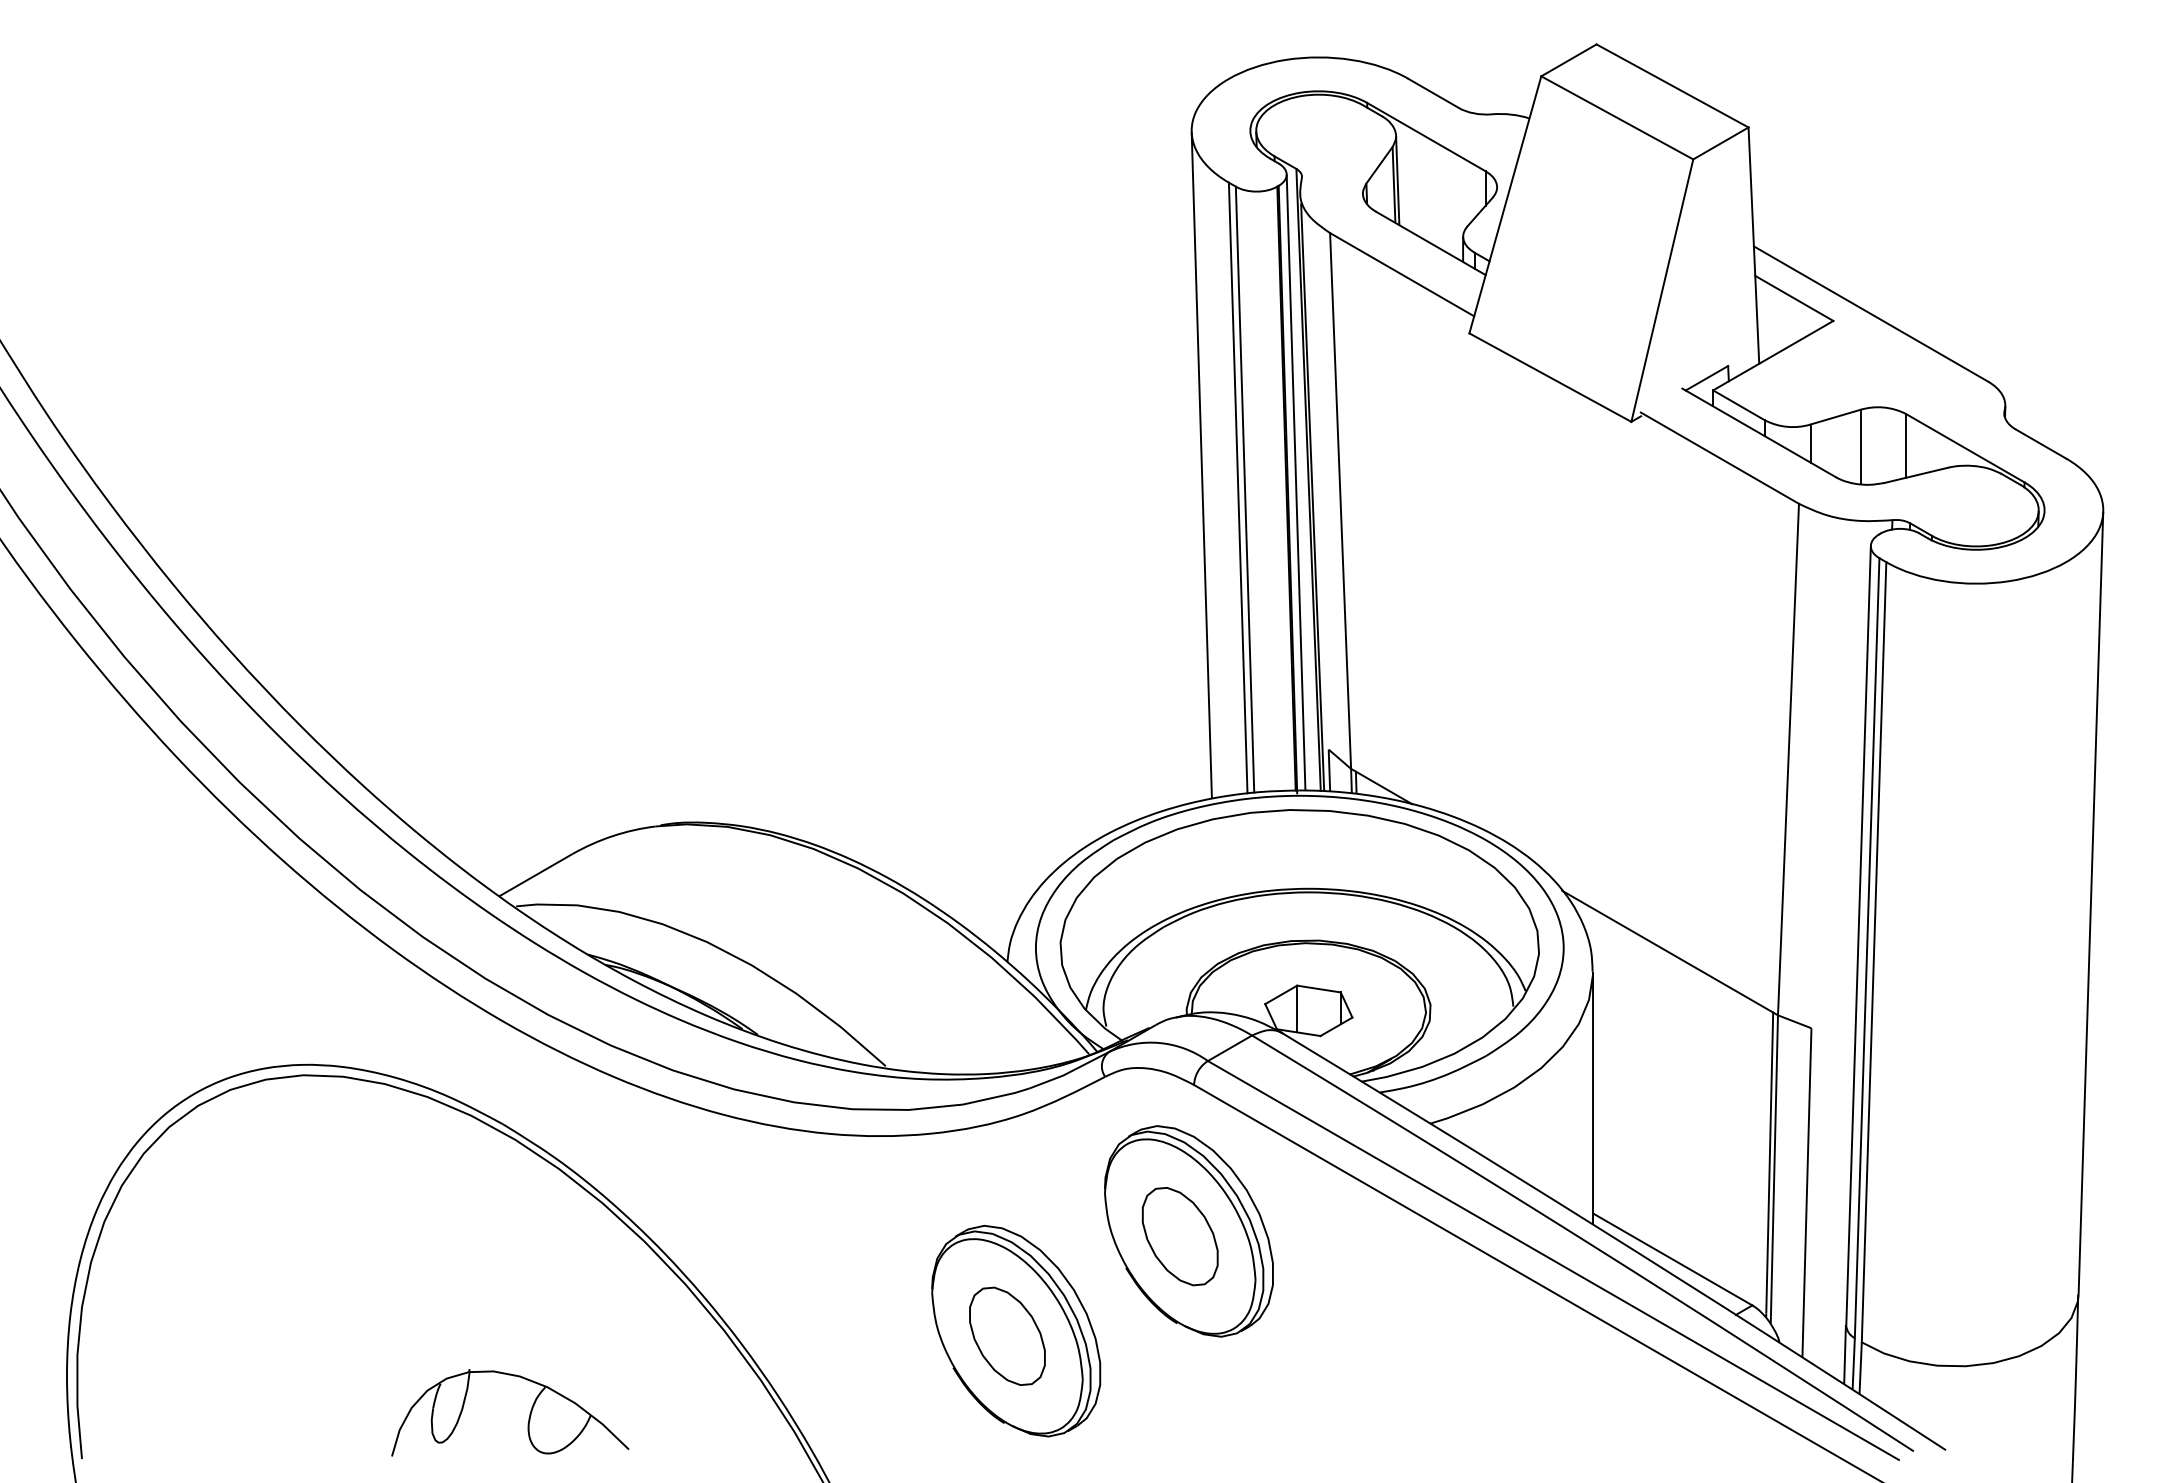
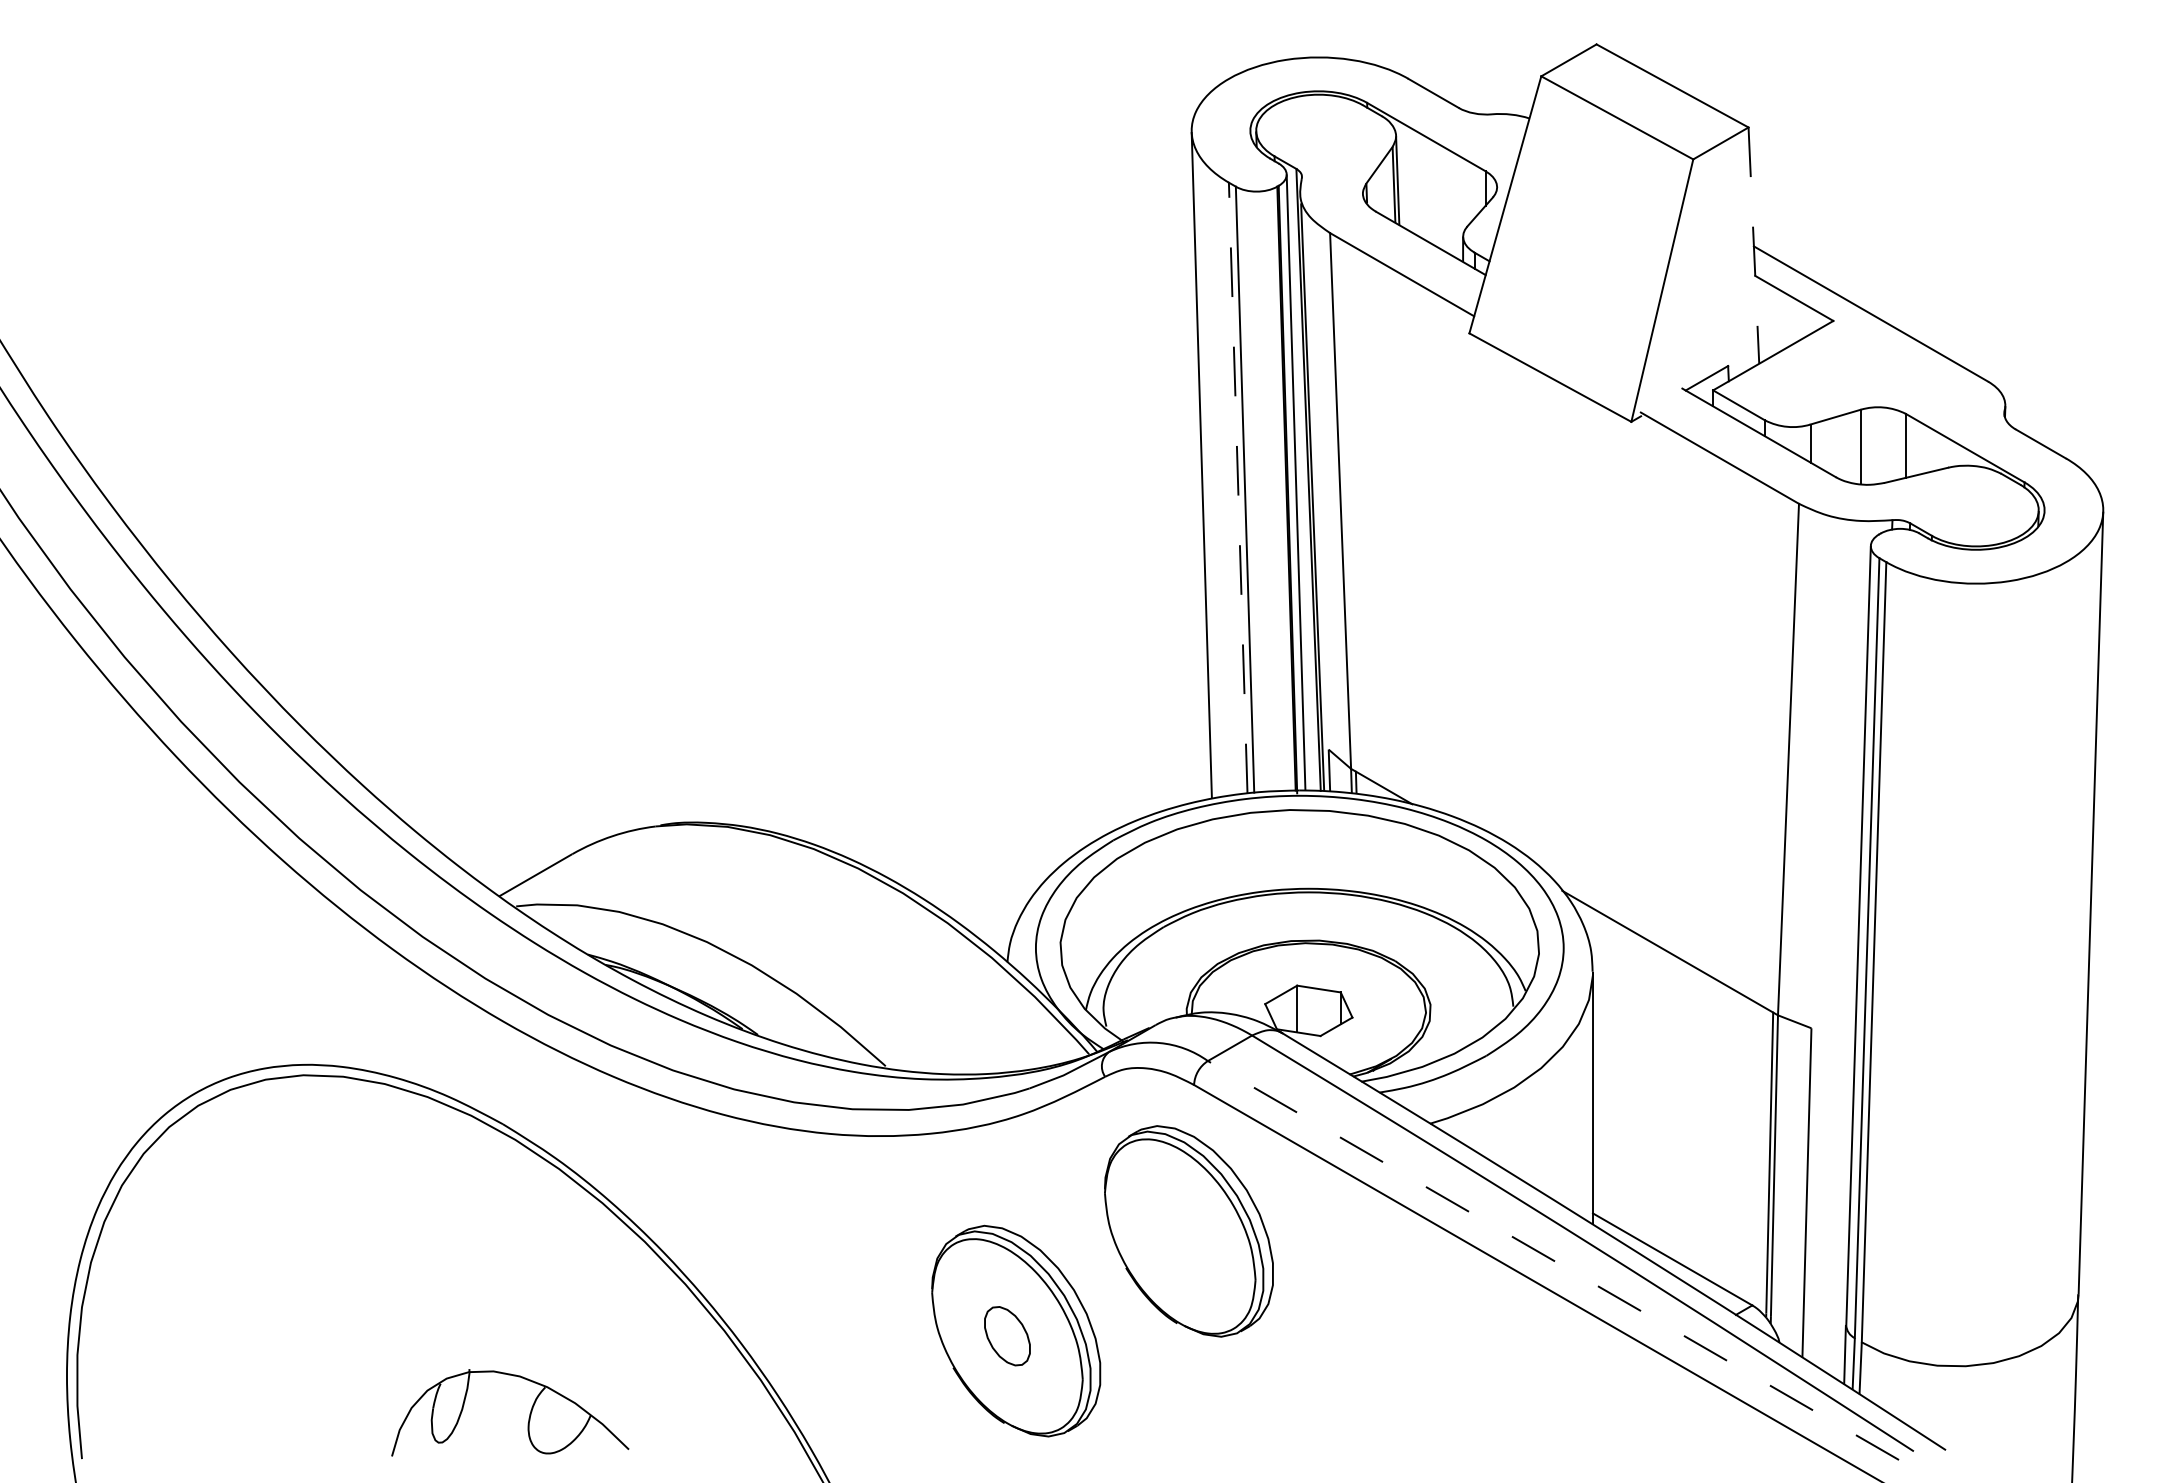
line at (1753, 246): solid -> dashed
line at (1238, 487): solid -> dashed
part at (1179, 1236): present -> none
line at (1553, 1260): solid -> dashed
part at (1007, 1335) size: 77x100 px -> 47x61 px
